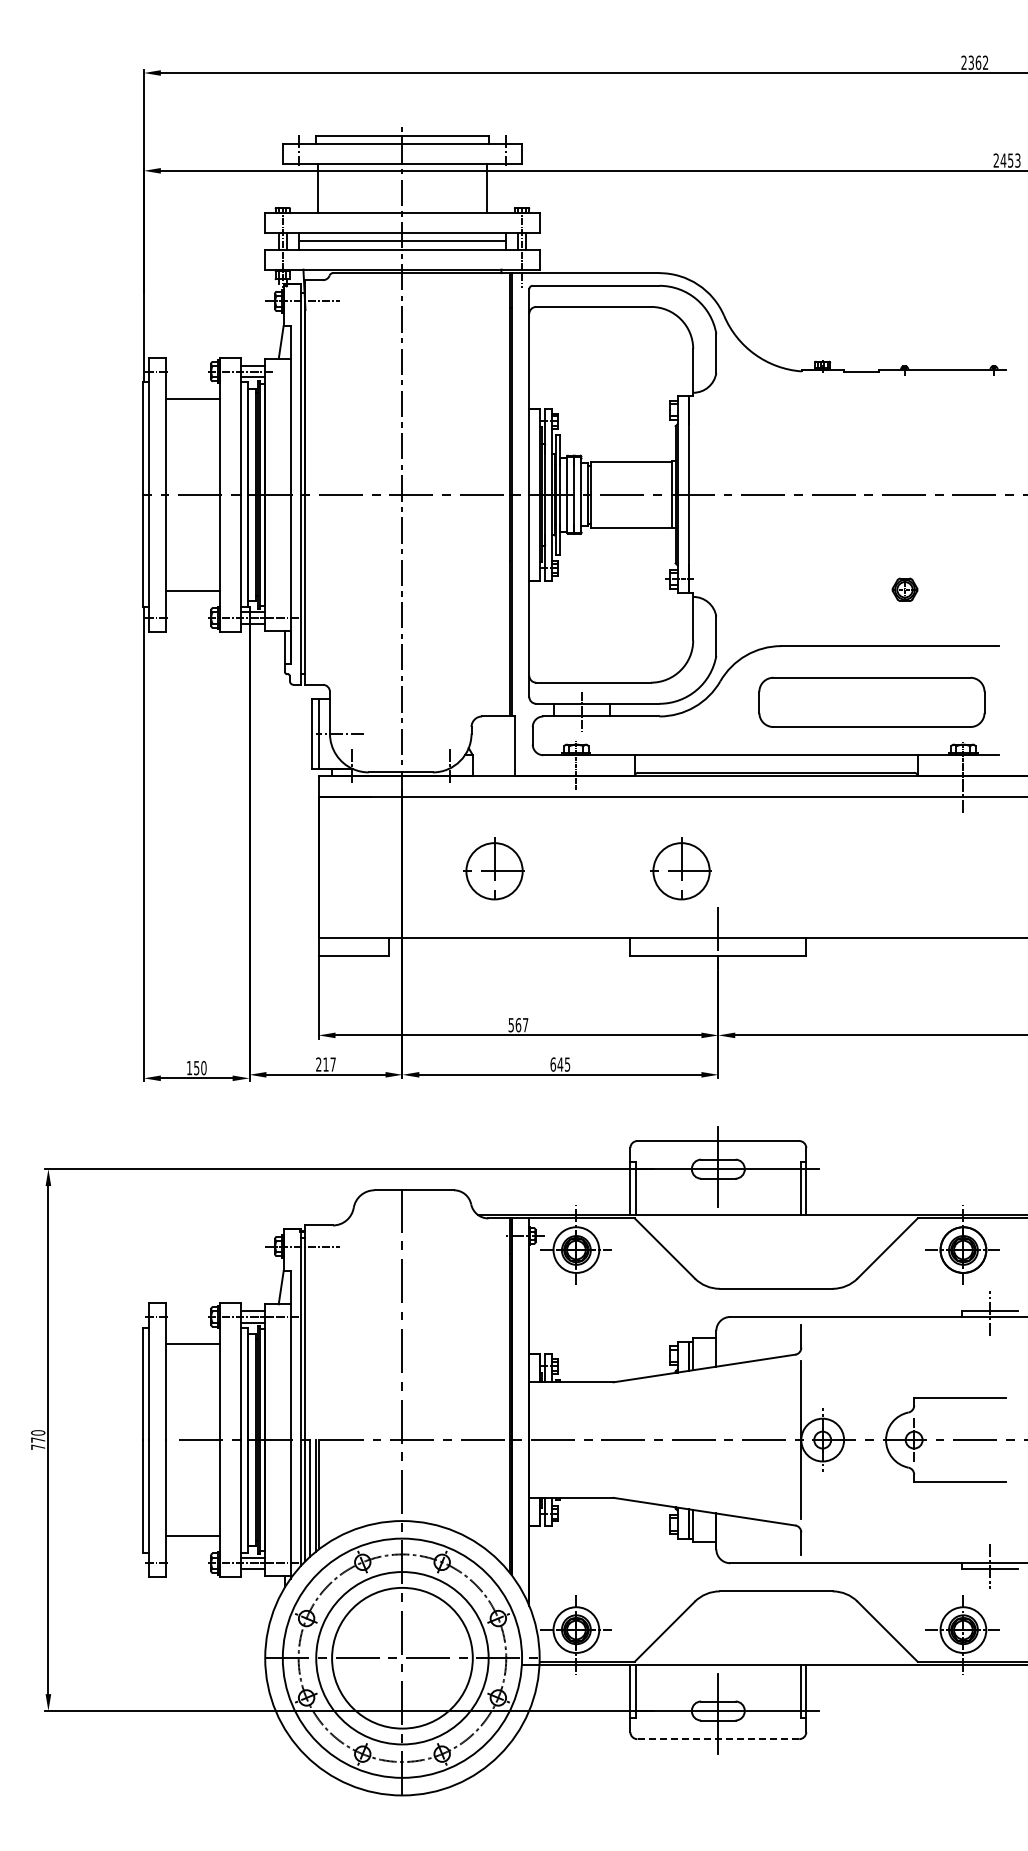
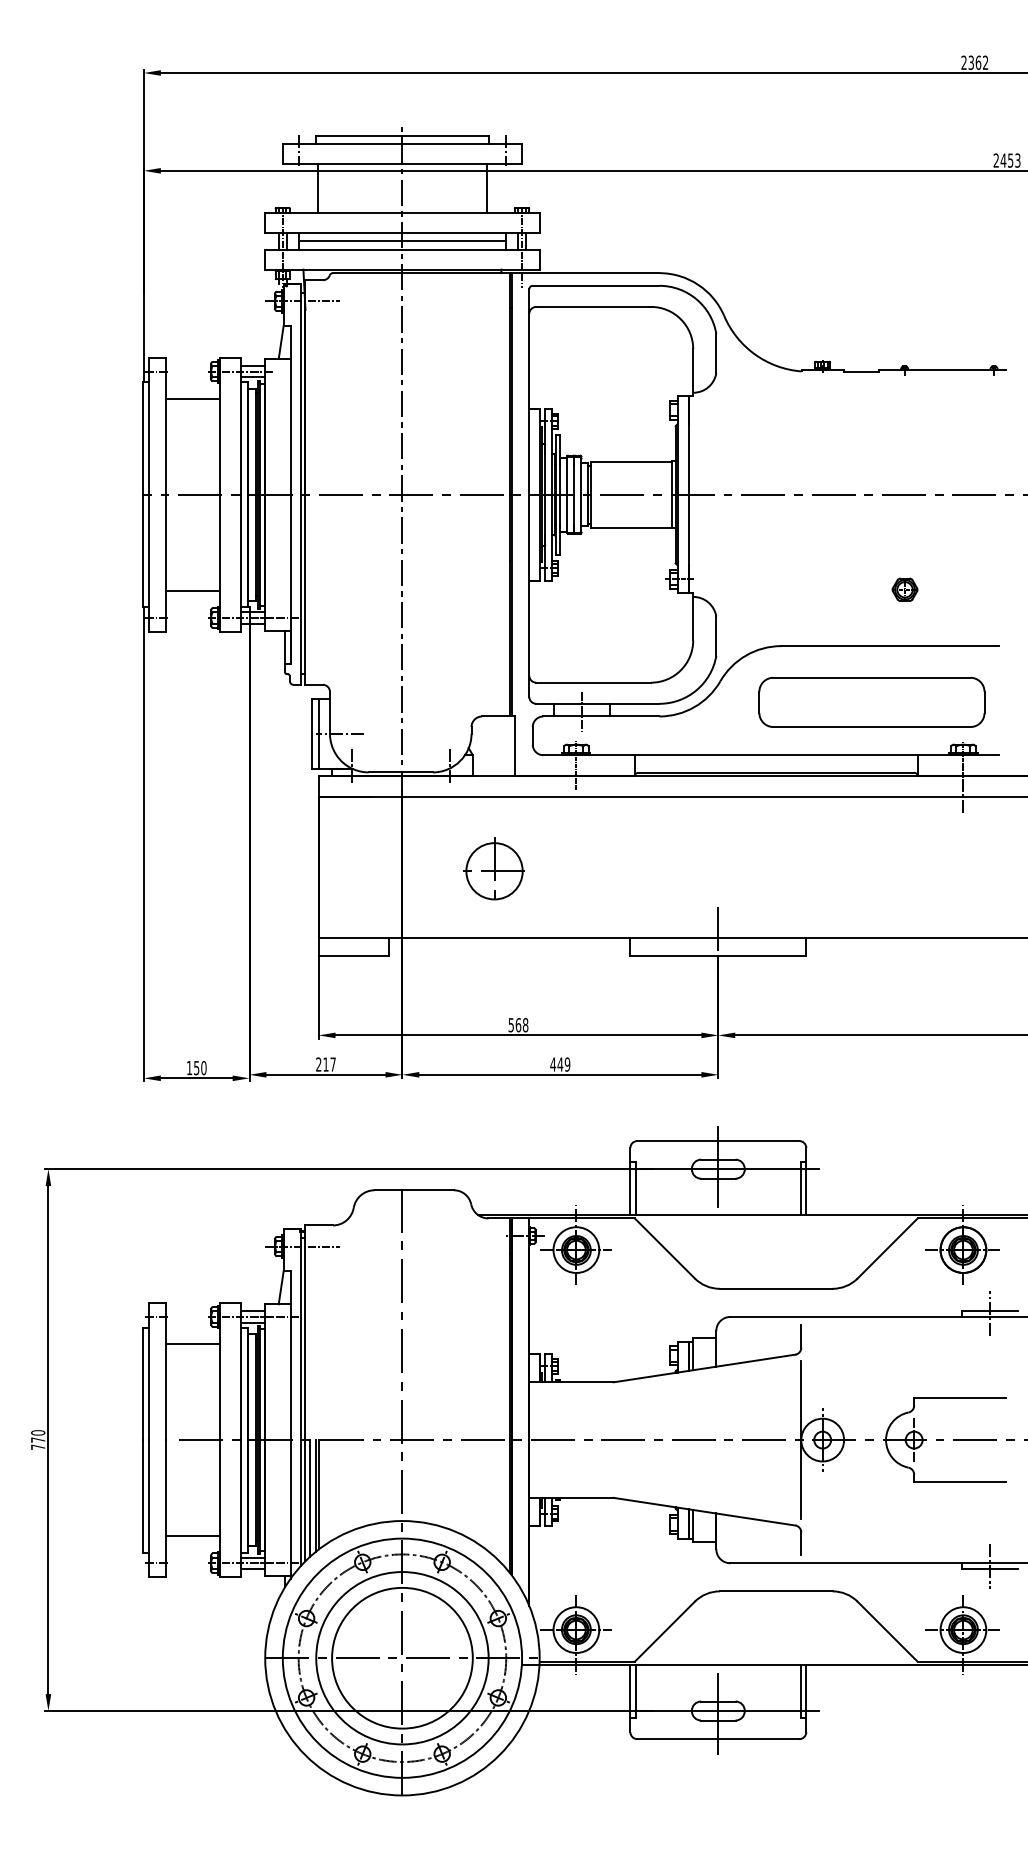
part at (680, 868): present -> none
text at (525, 1025): 567 -> 568
text at (560, 1064): 645 -> 449
line at (718, 1739): dashed -> solid
